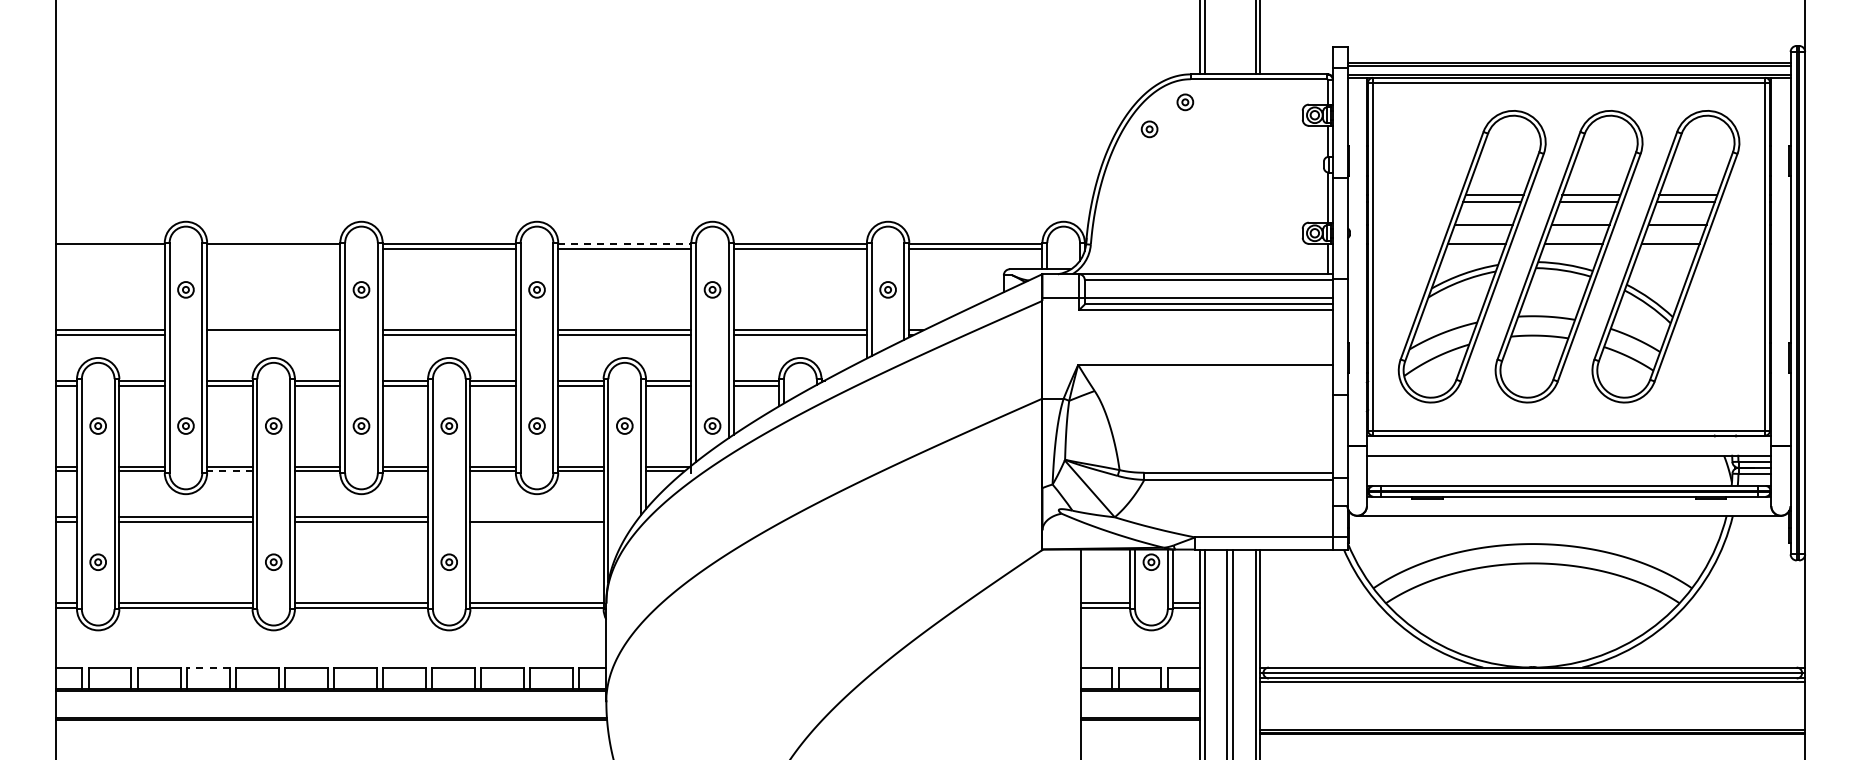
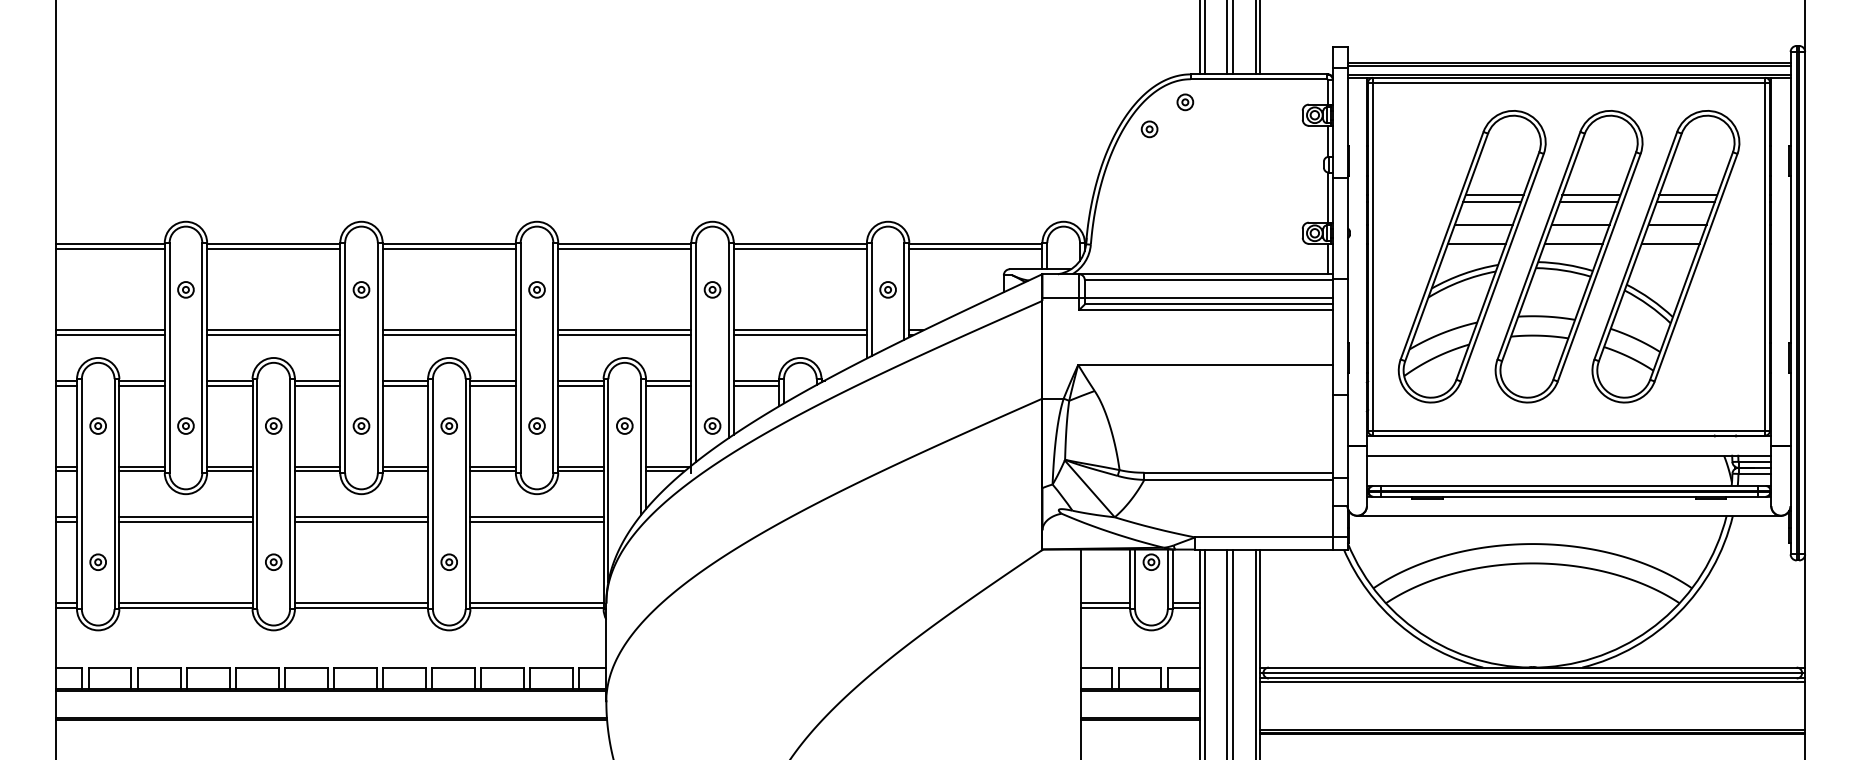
line at (1227, 38): none -> present
line at (1233, 38): none -> present
line at (624, 244): dashed -> solid
line at (109, 249): none -> present
line at (273, 249): none -> present
line at (273, 335): none -> present
line at (229, 471): dashed -> solid
line at (536, 516): none -> present
line at (207, 668): dashed -> solid
